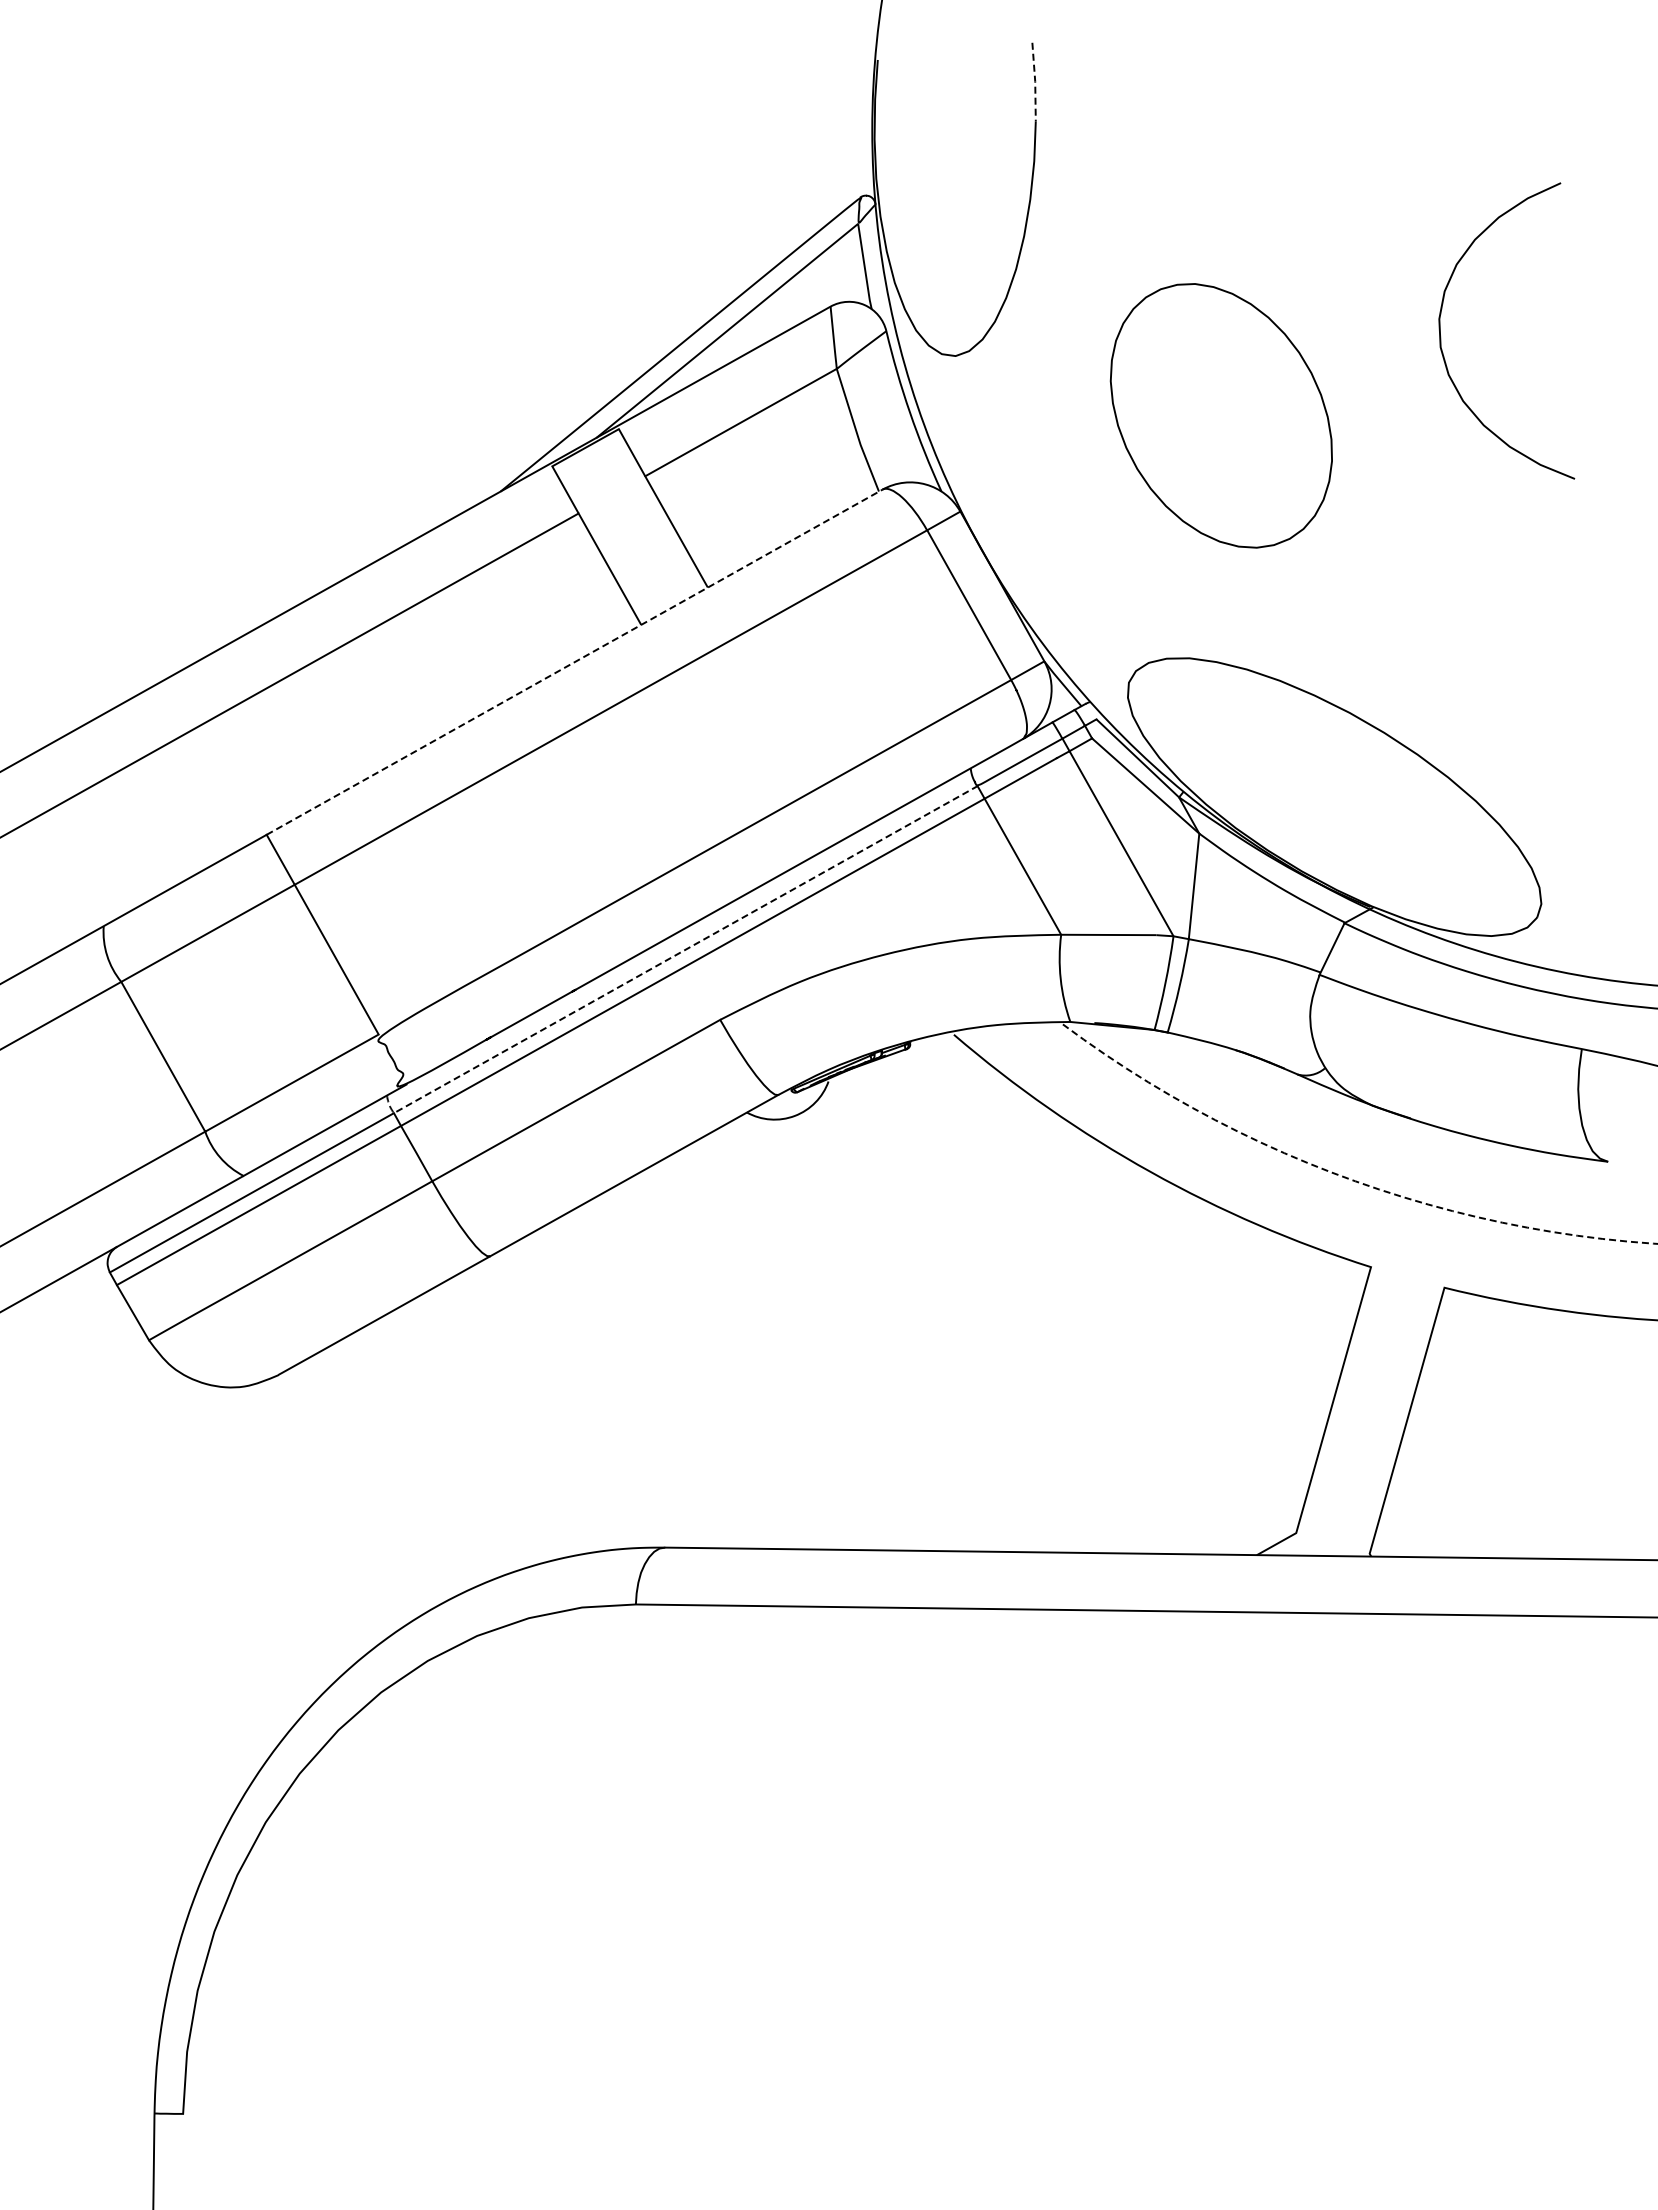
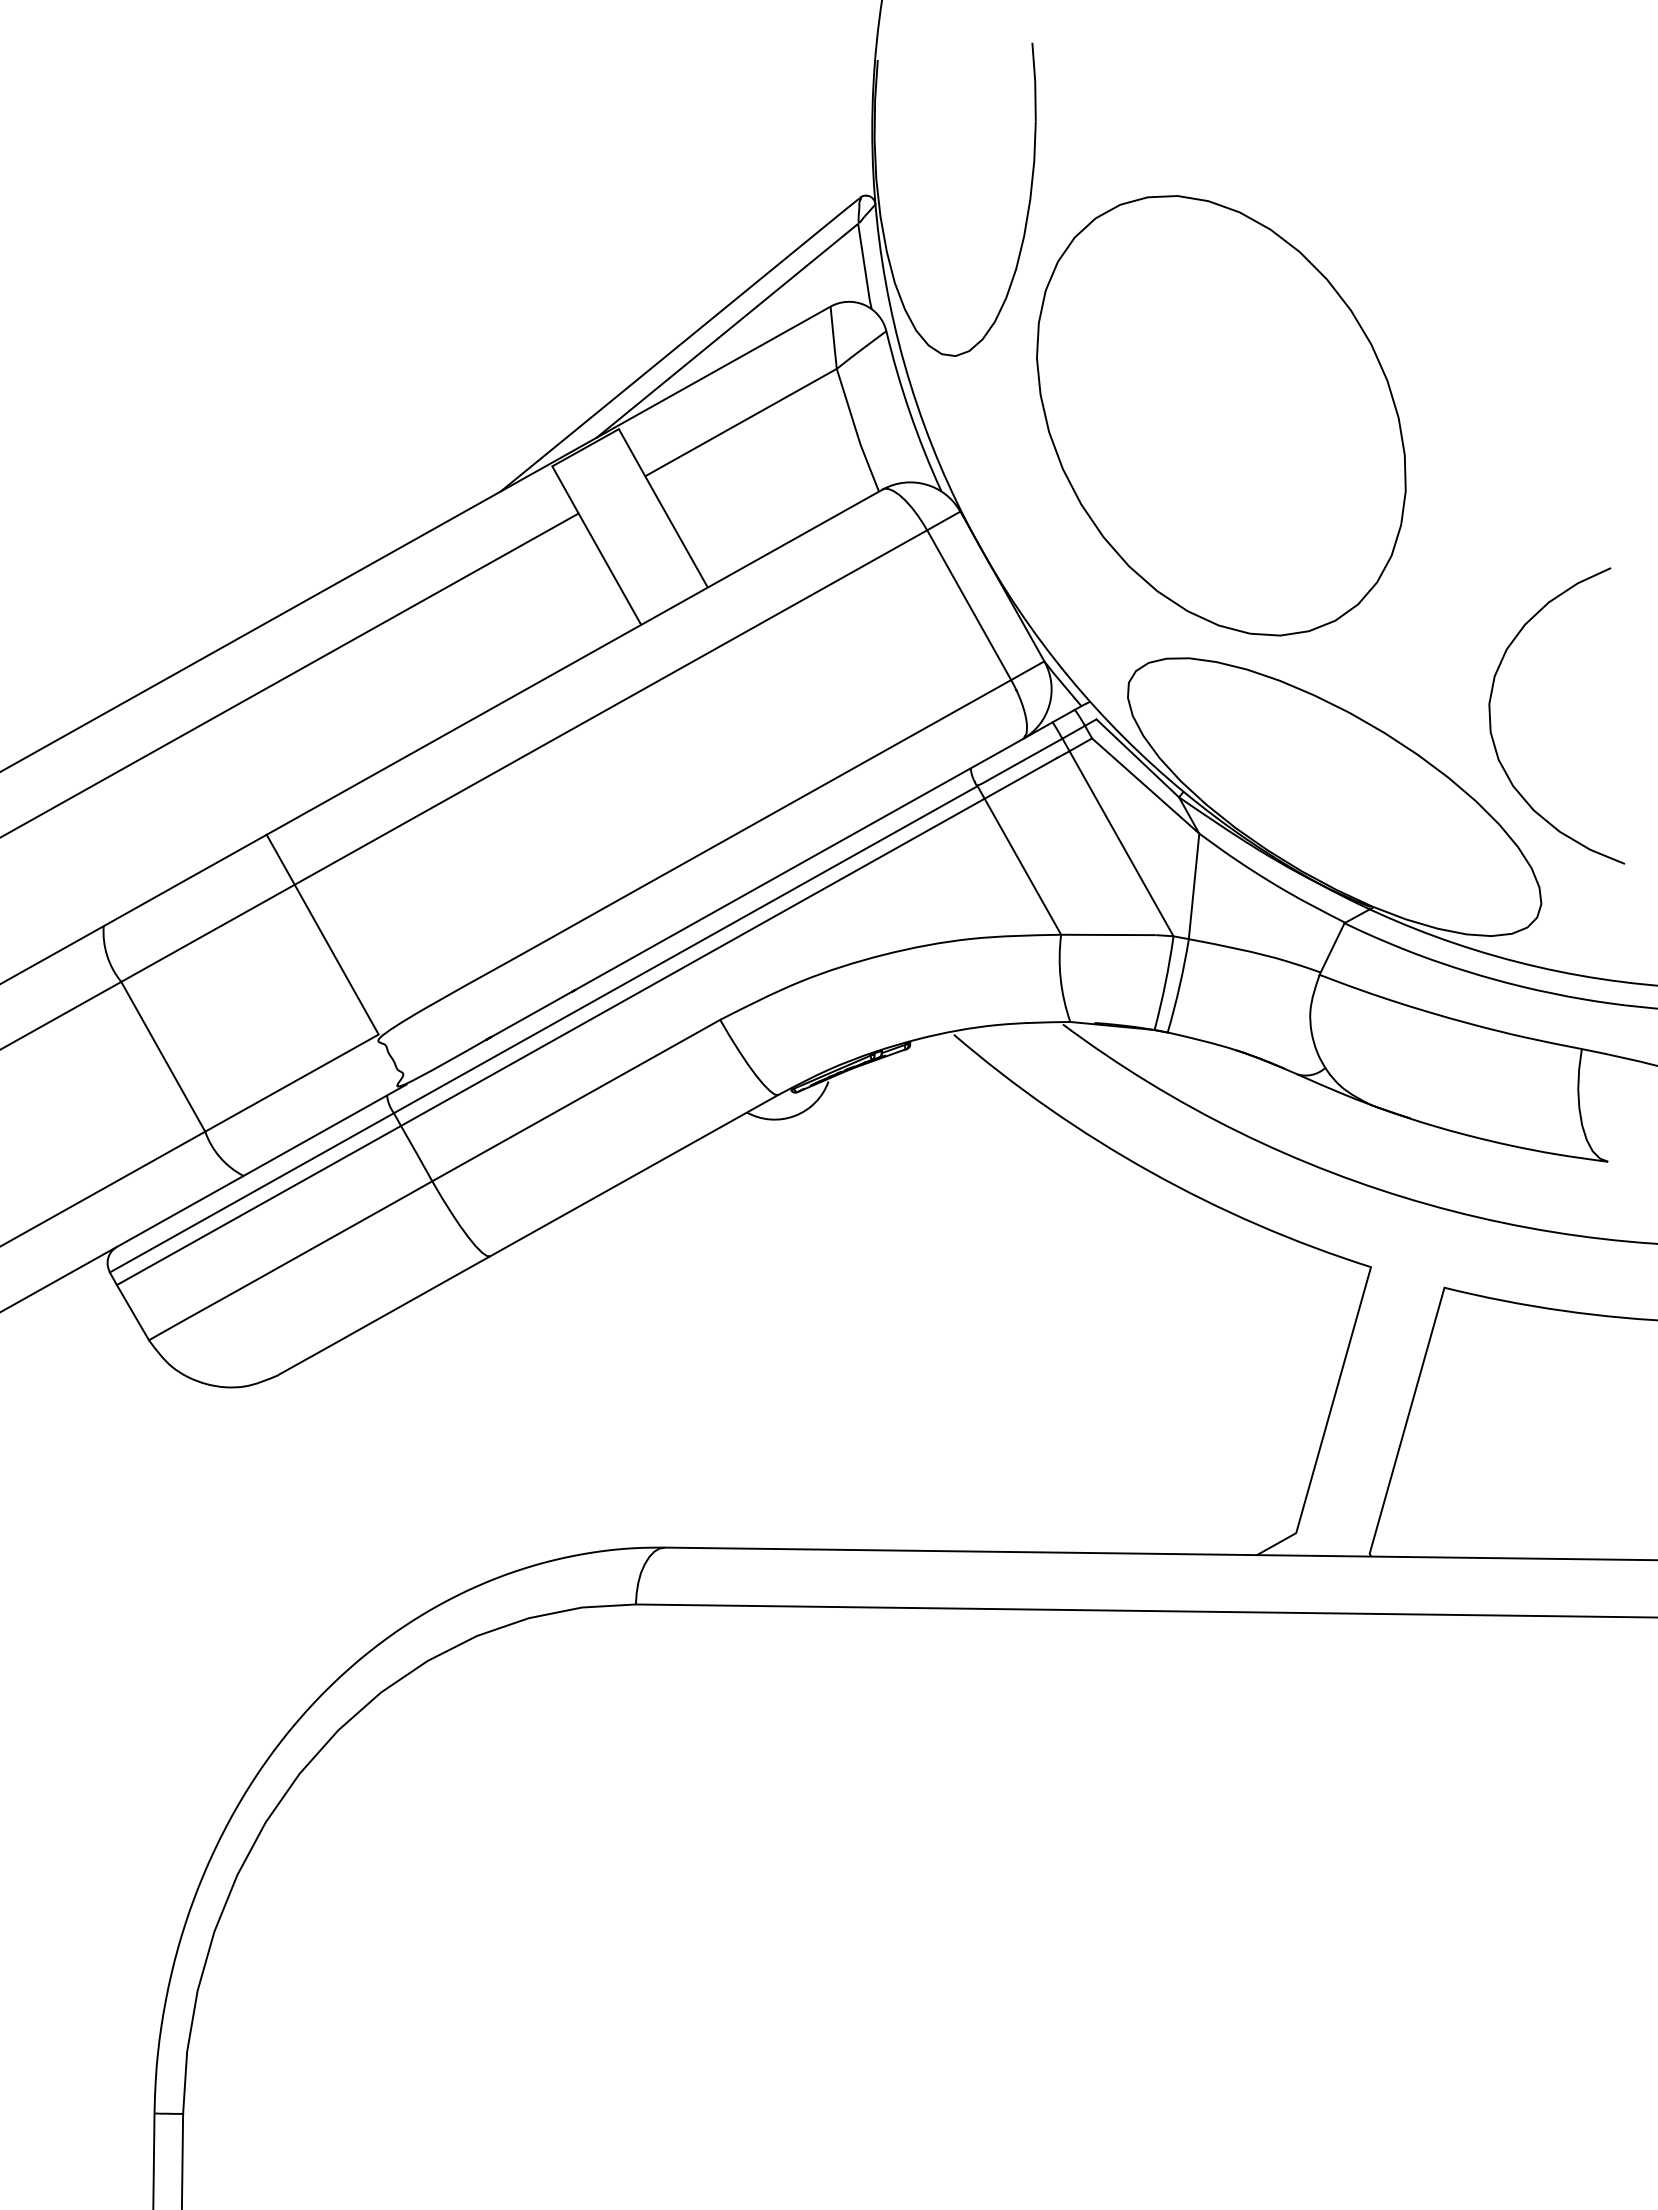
line at (1035, 81): dashed -> solid
curve at (1441, 337) position: (1441, 337) -> (1491, 722)
part at (1220, 415) size: 224x266 px -> 371x442 px
line at (575, 661): dashed -> solid
line at (675, 955): dashed -> solid
arc at (1346, 1177): dashed -> solid
line at (182, 2159): none -> present
